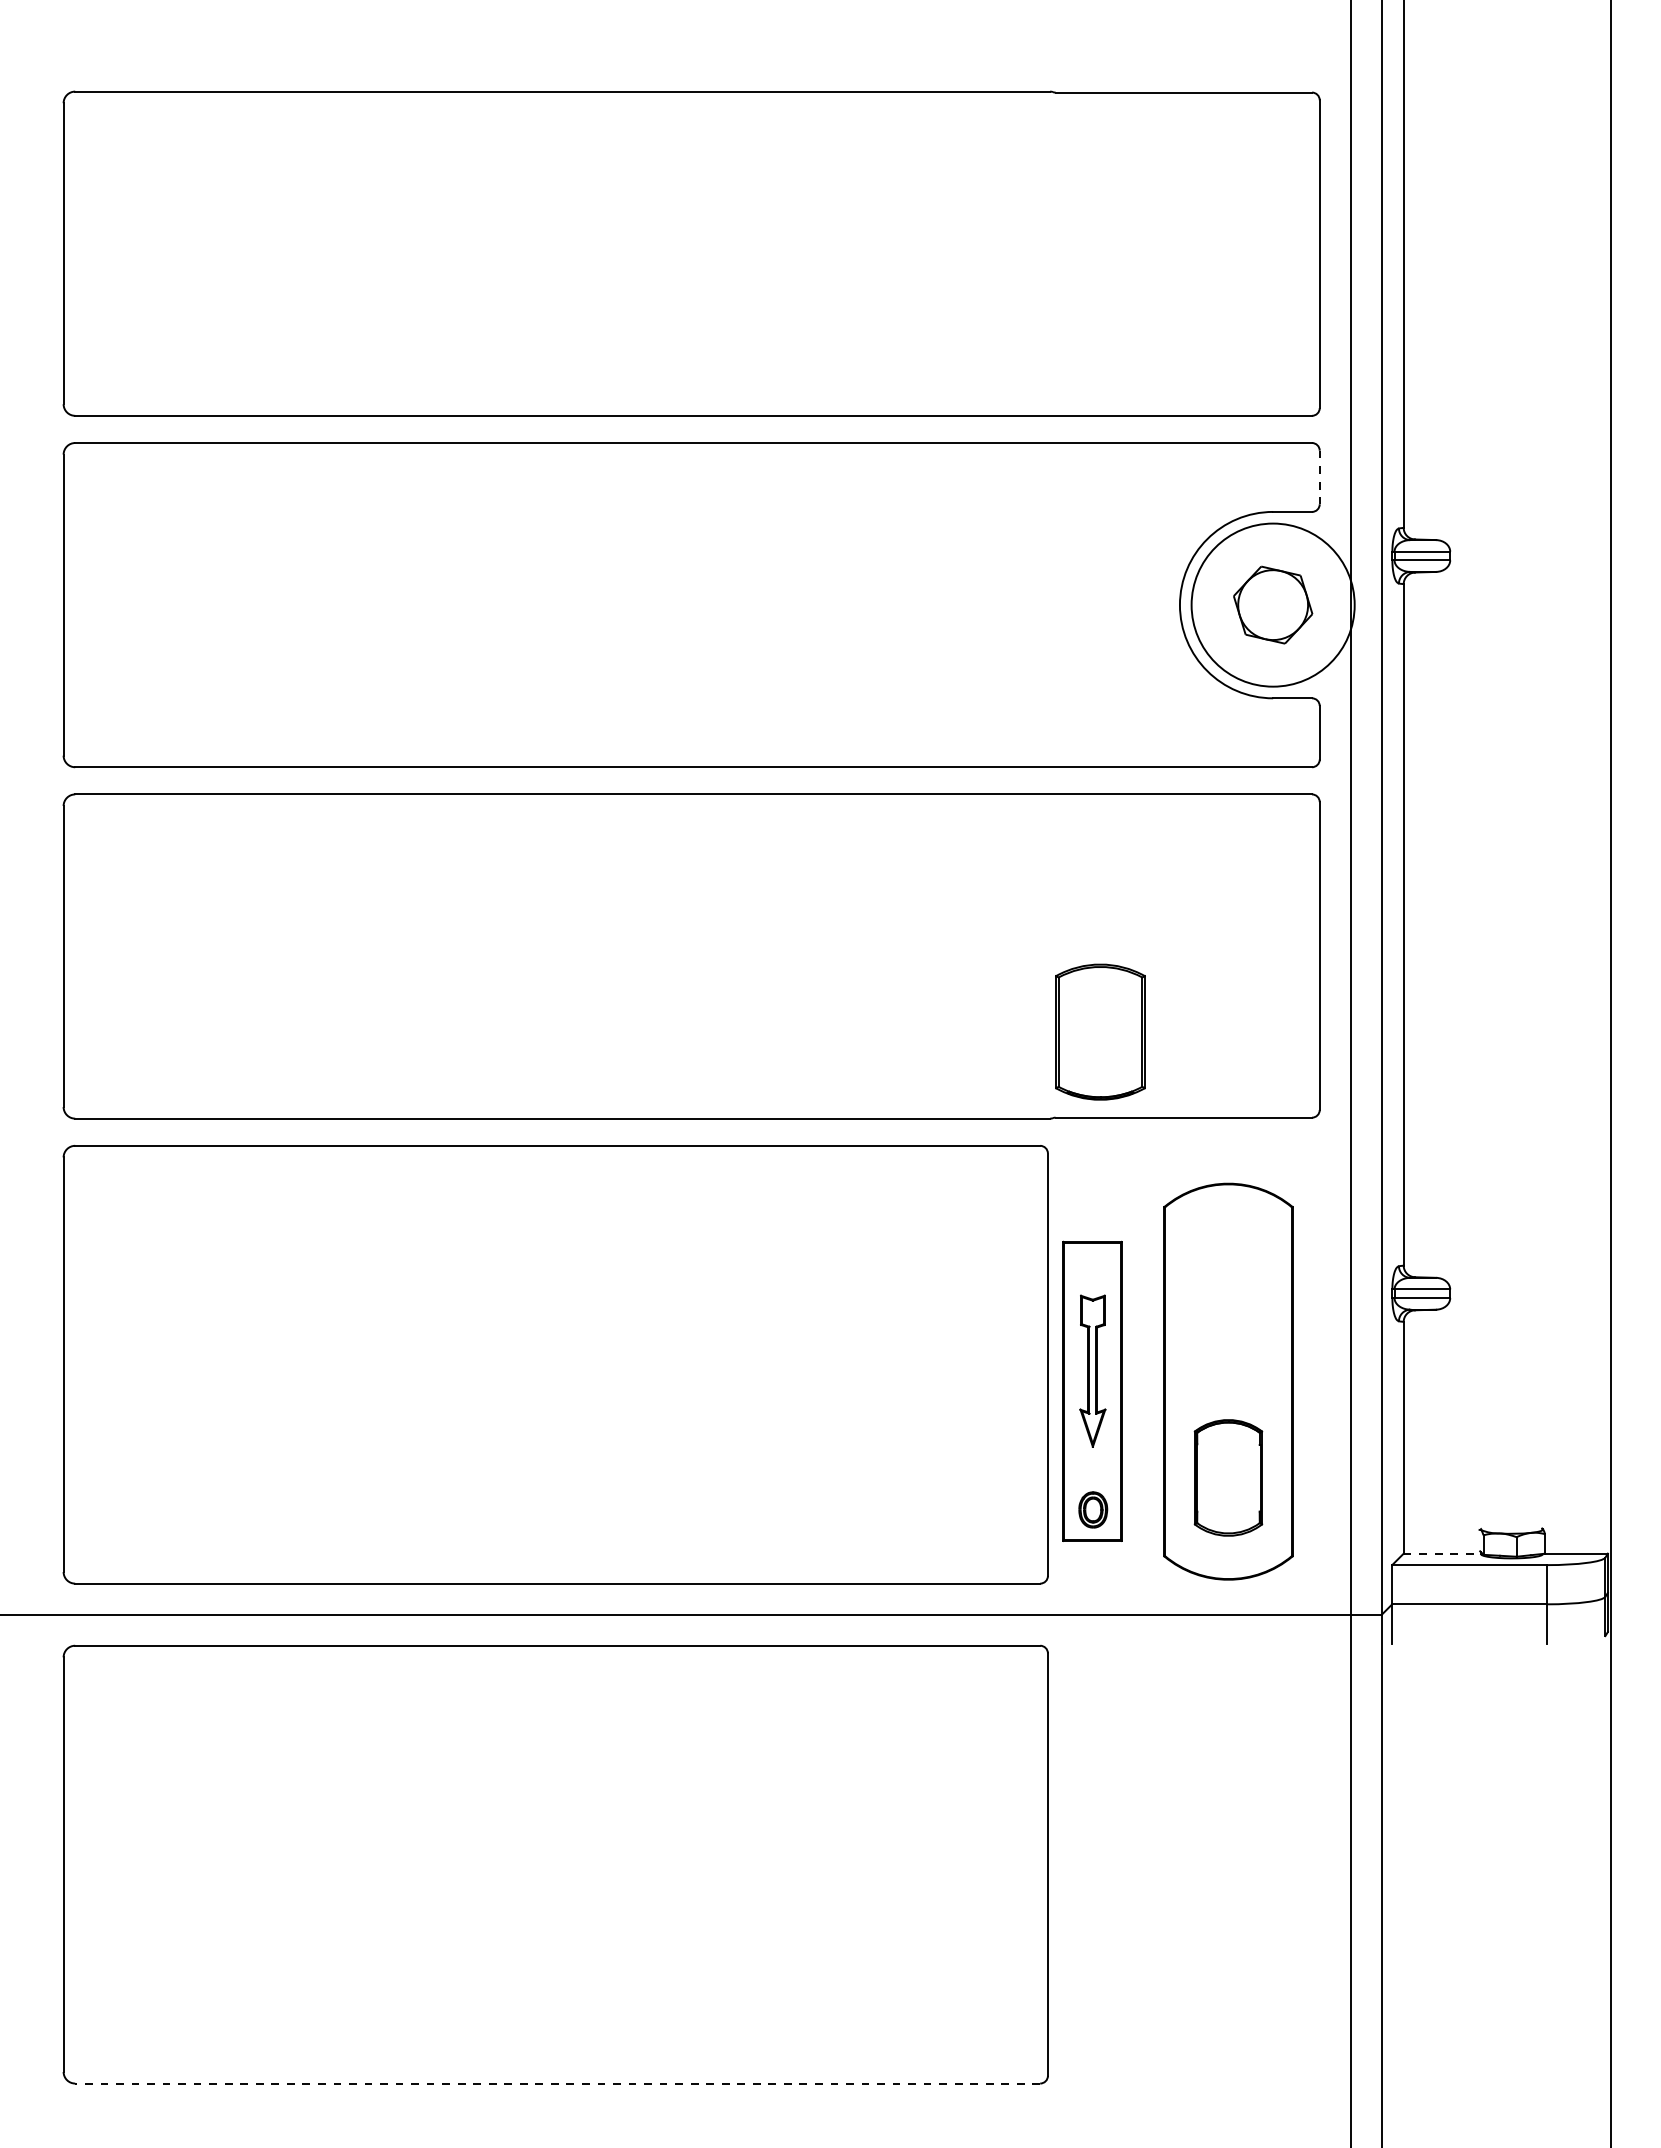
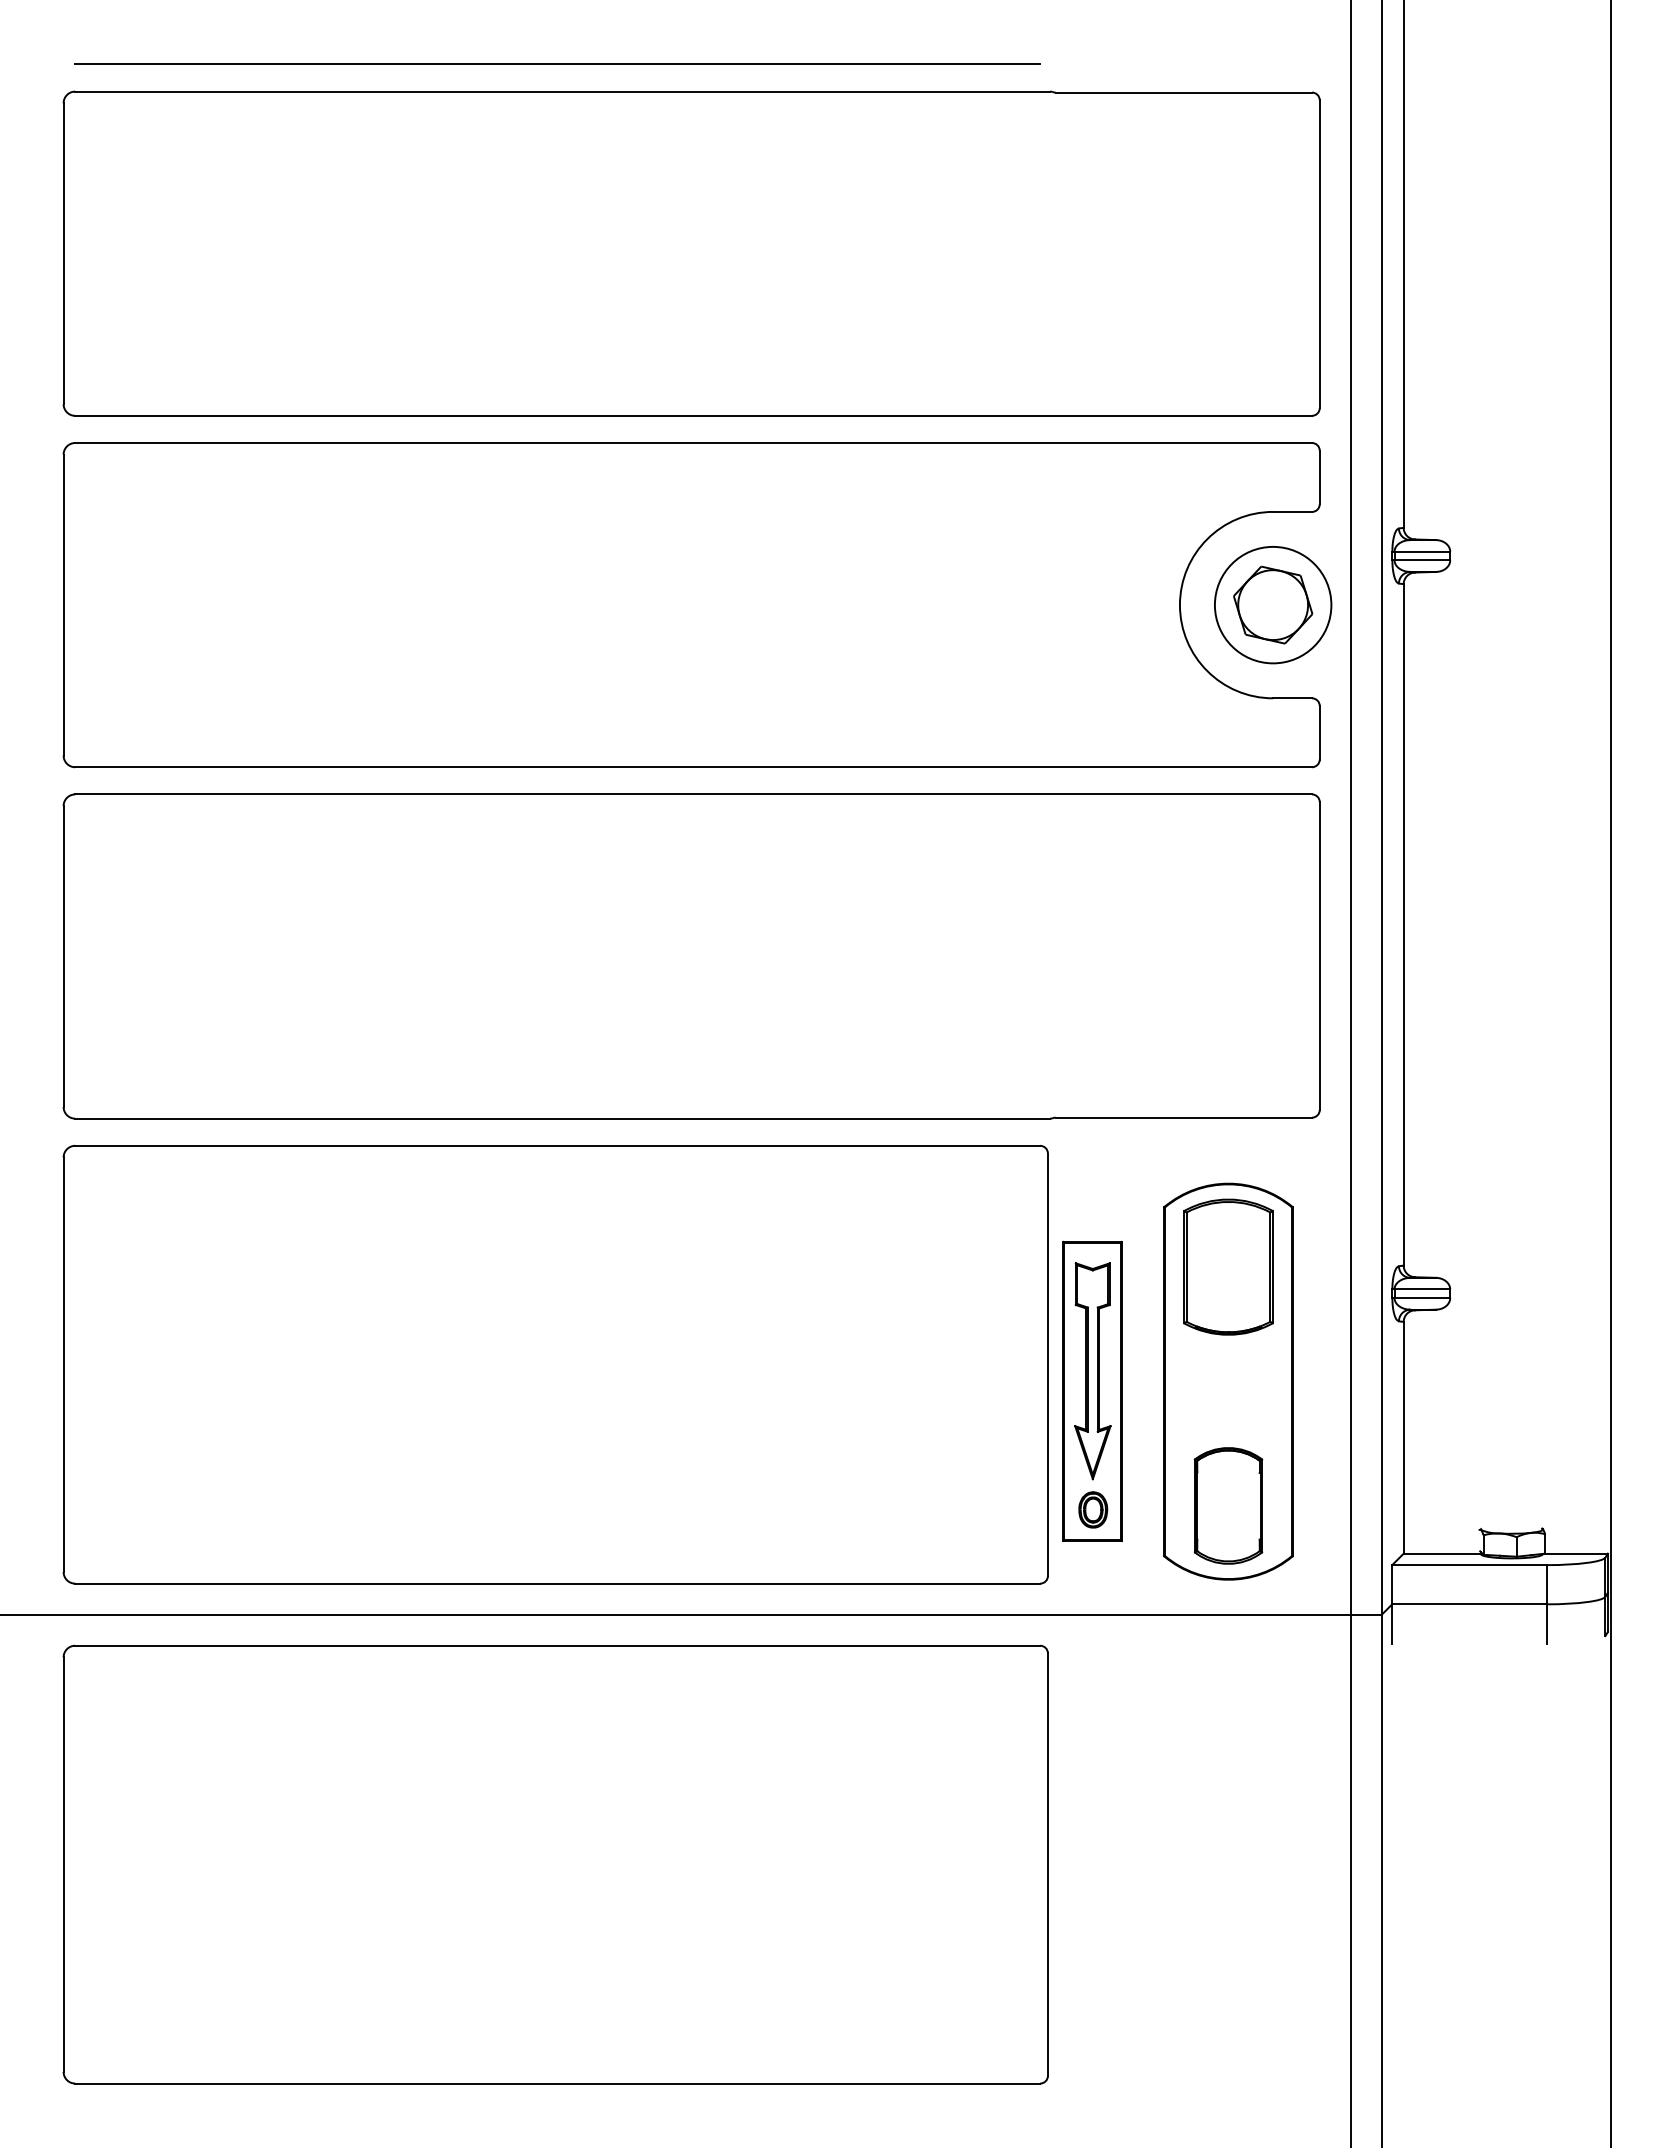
line at (557, 64): none -> present
line at (1319, 477): dashed -> solid
circle at (1272, 604) diameter: 163 px -> 116 px
part at (1100, 1031) position: (1100, 1031) -> (1228, 1266)
part at (1092, 1370) size: 28x154 px -> 38x219 px
part at (1228, 1477) position: (1228, 1477) -> (1228, 1505)
line at (1442, 1553): dashed -> solid
line at (557, 2083): dashed -> solid
